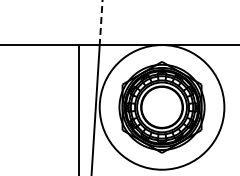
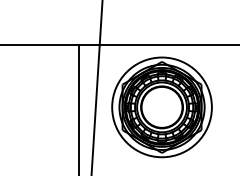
line at (101, 23): dashed -> solid
circle at (161, 107) diameter: 125 px -> 100 px
